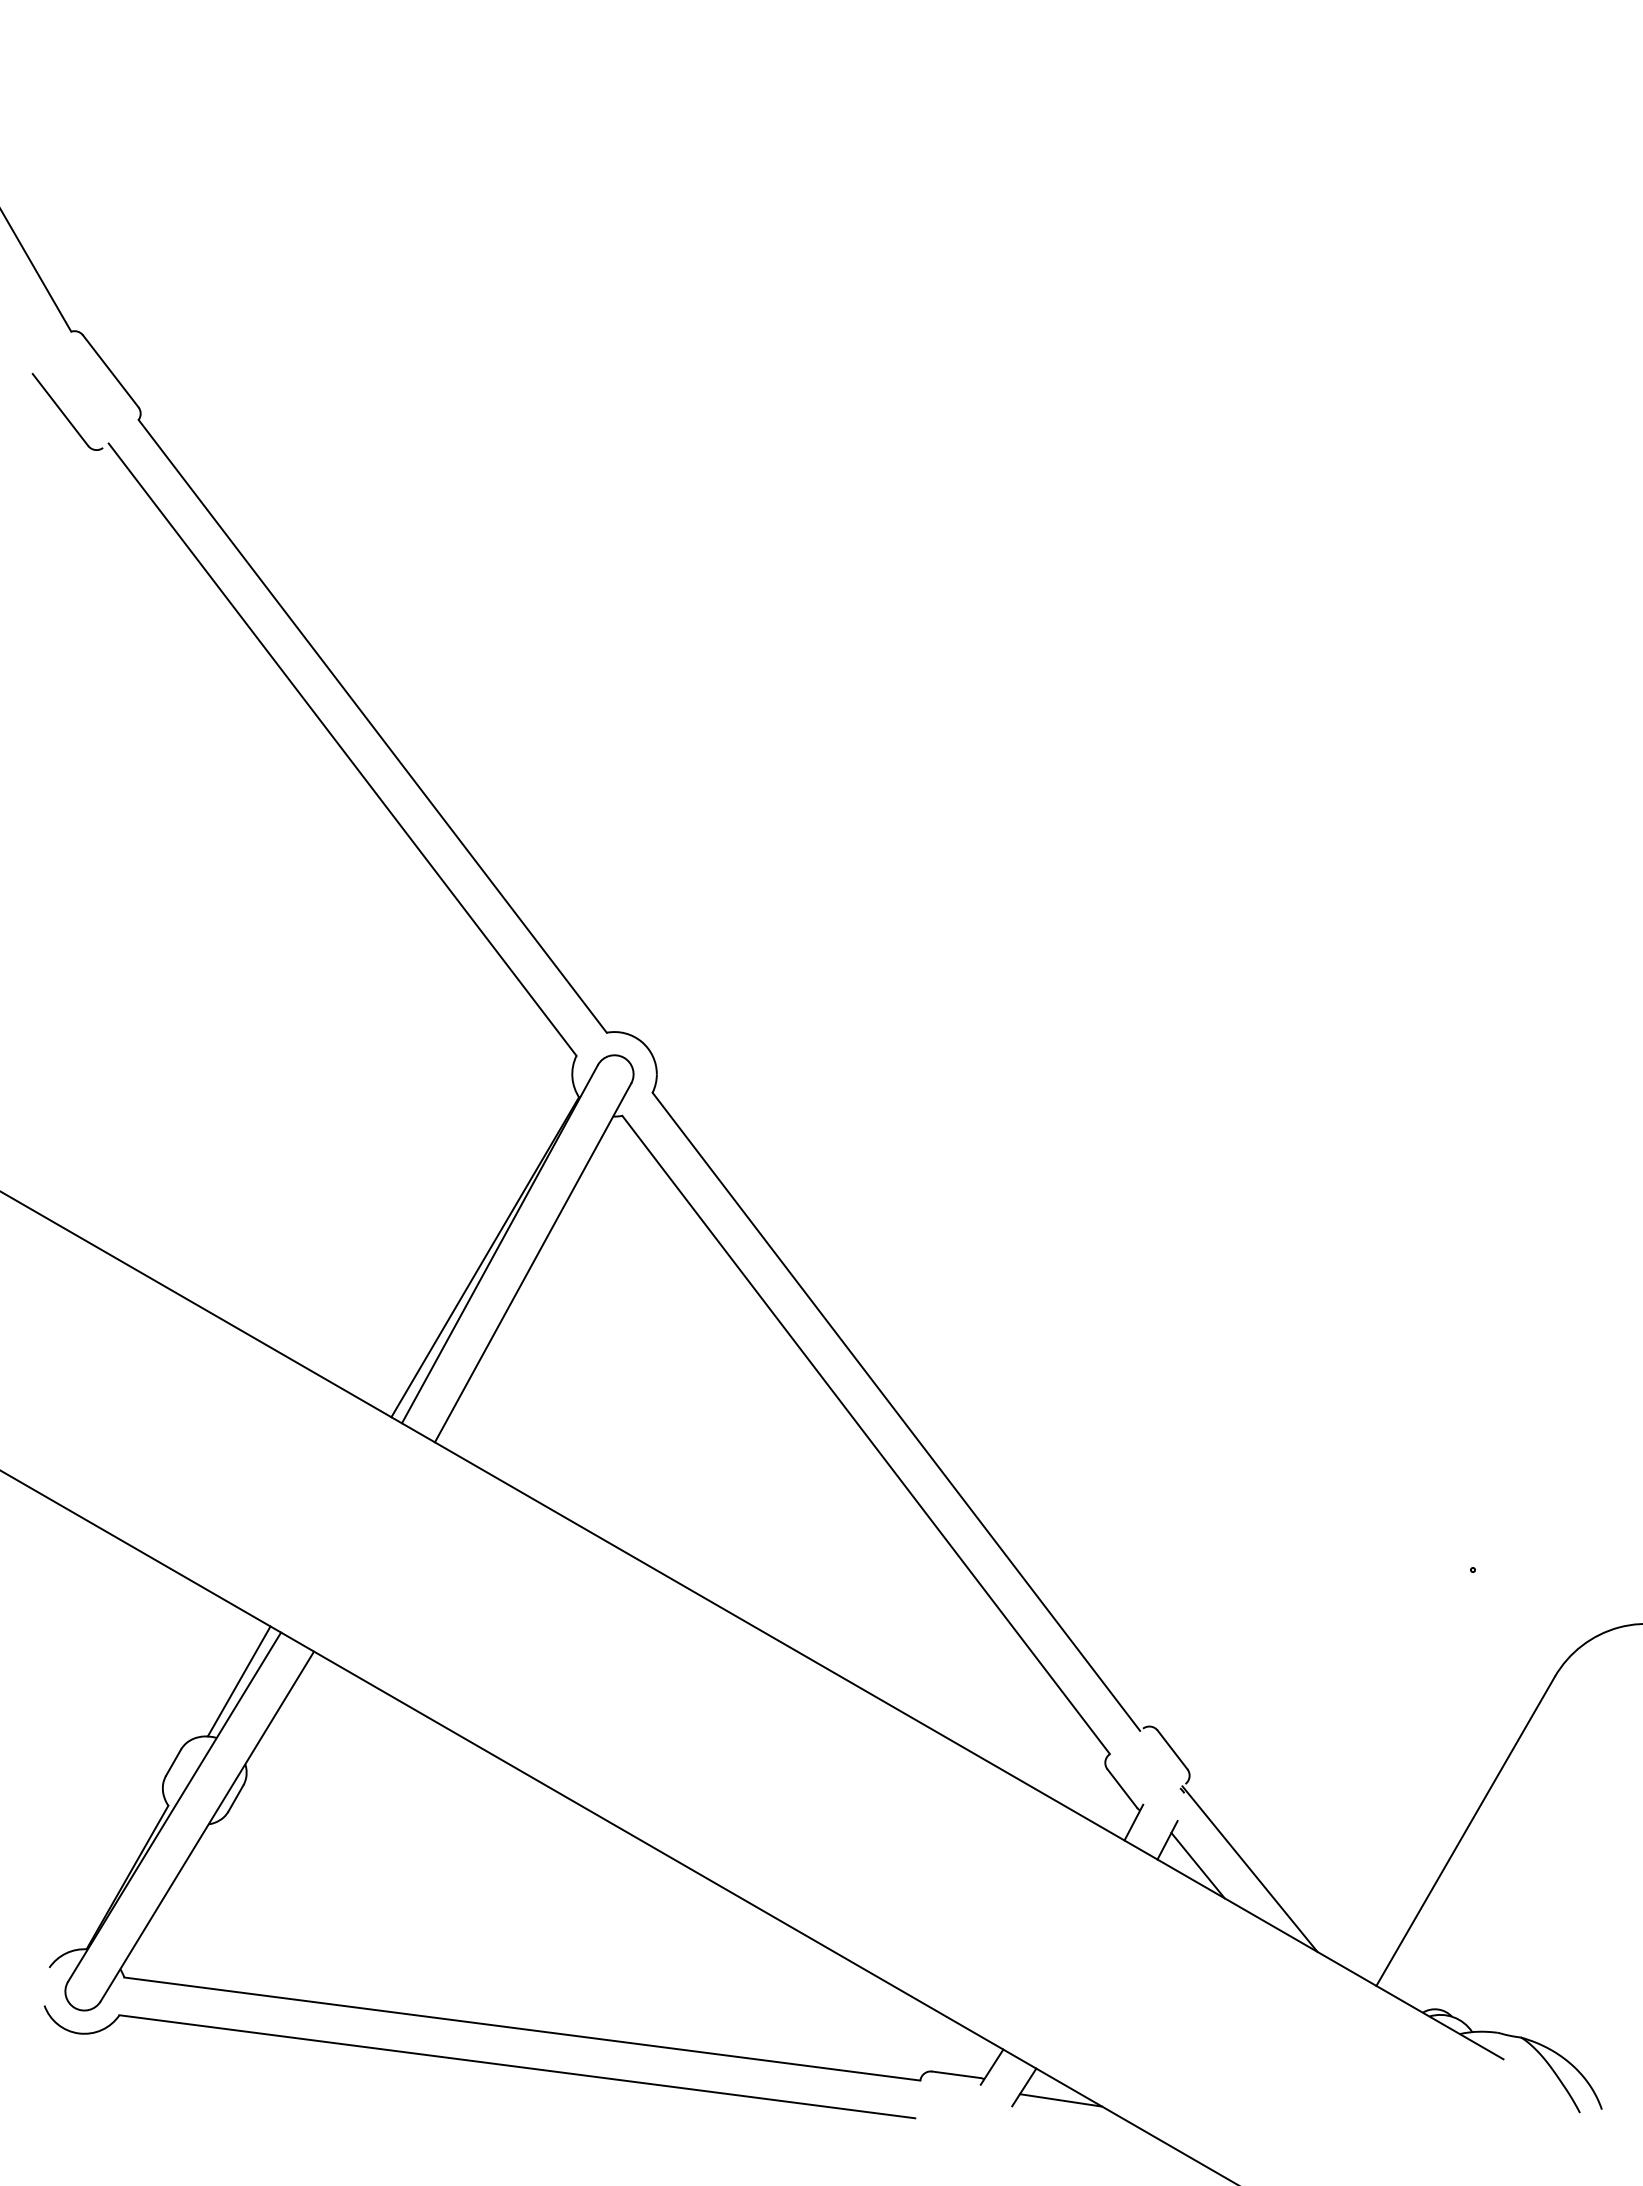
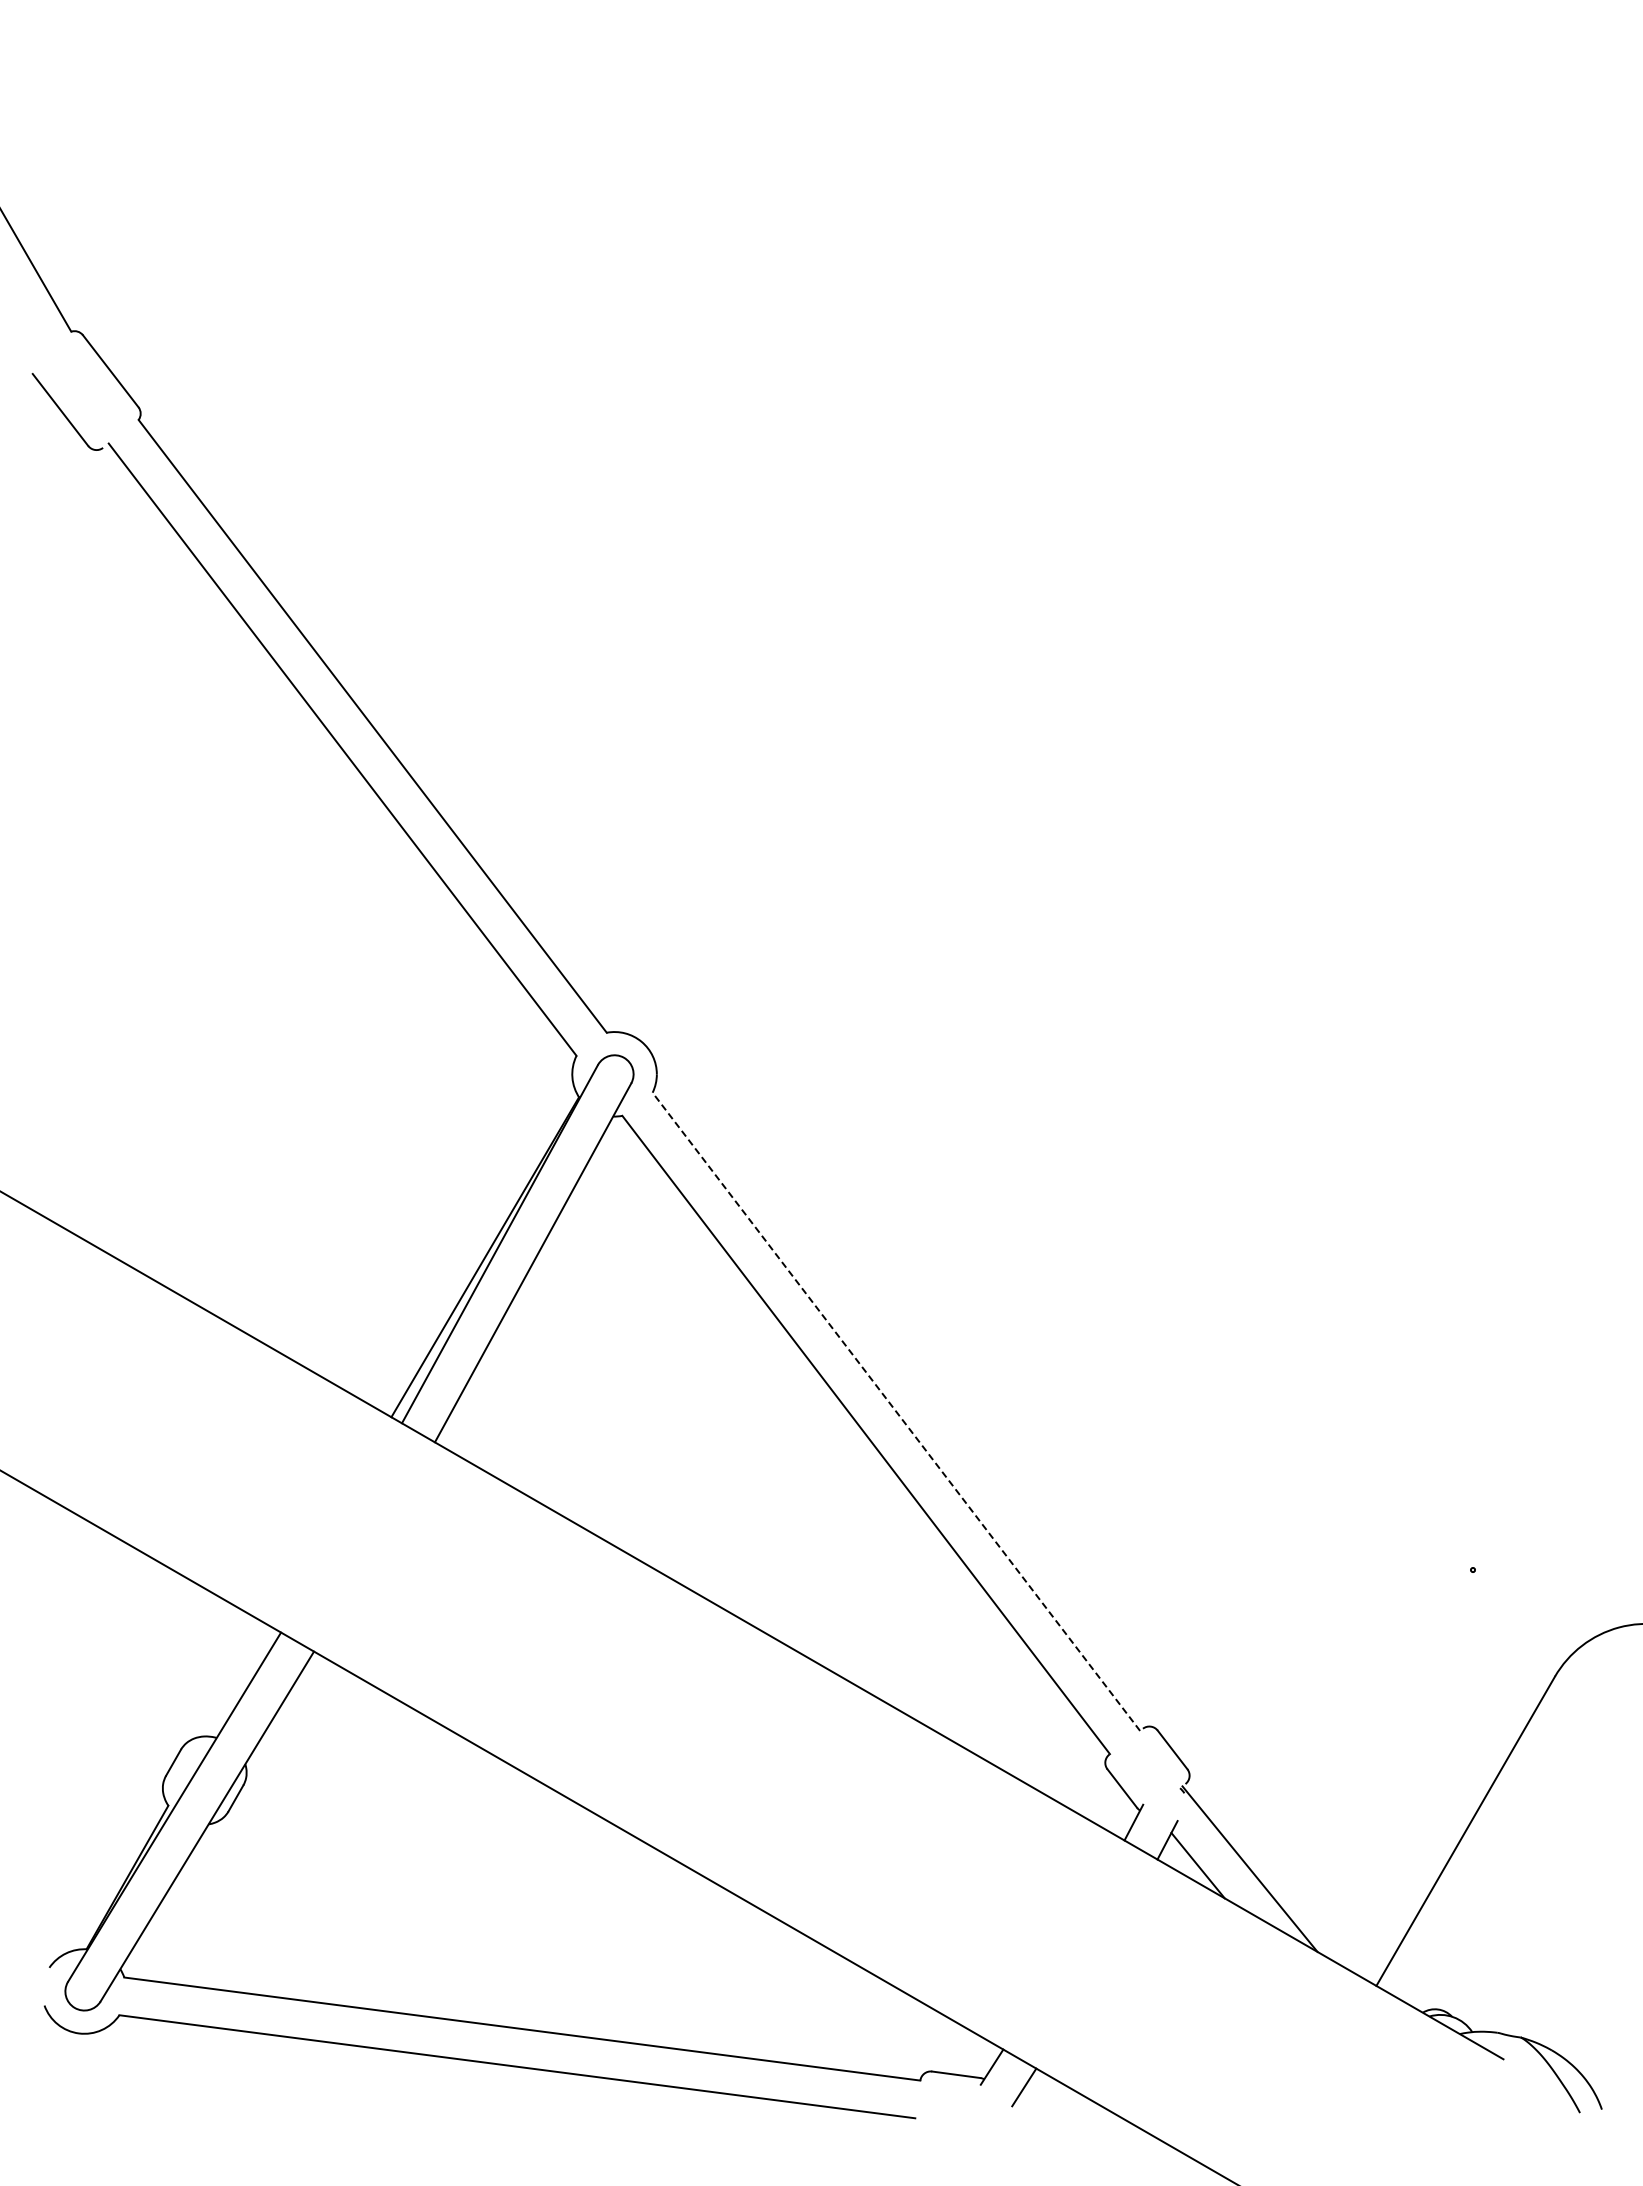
line at (896, 1411): solid -> dashed
line at (238, 1681): present -> none
line at (1060, 2100): present -> none
